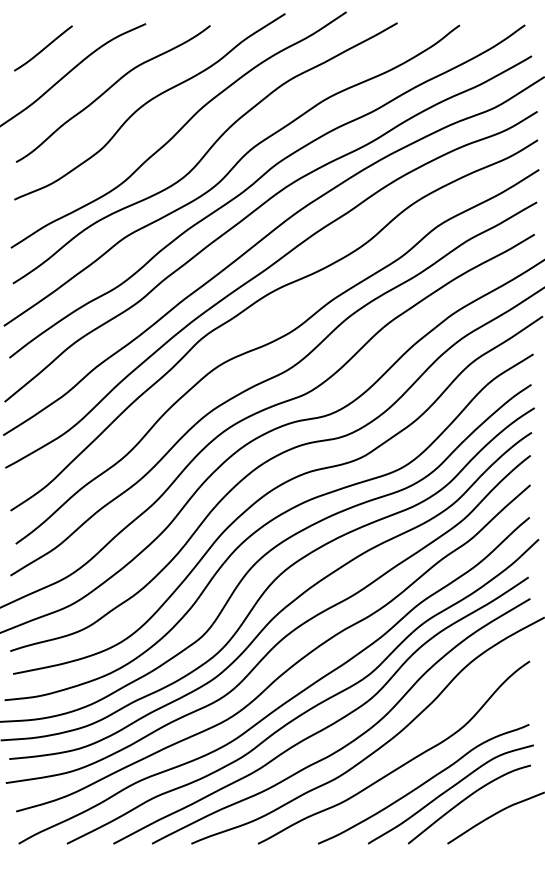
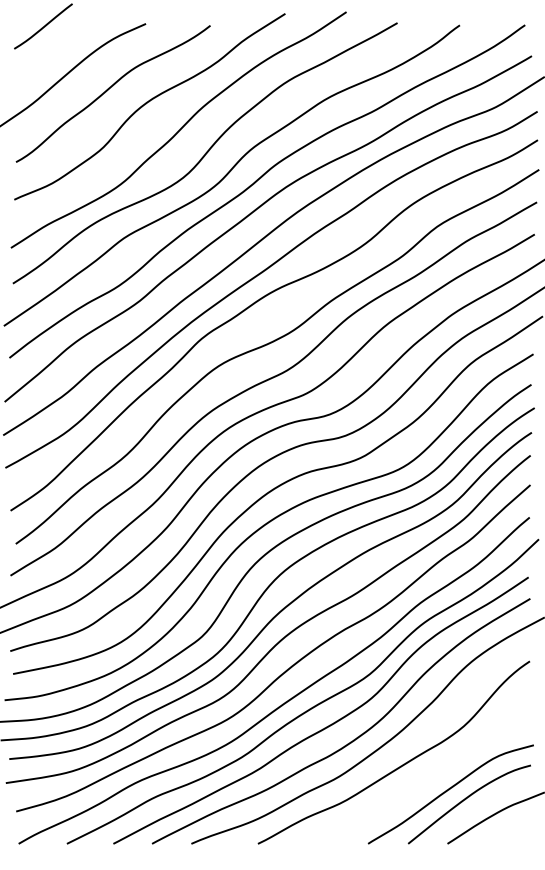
curve at (43, 48) position: (43, 48) -> (43, 26)
curve at (423, 784): present -> none
